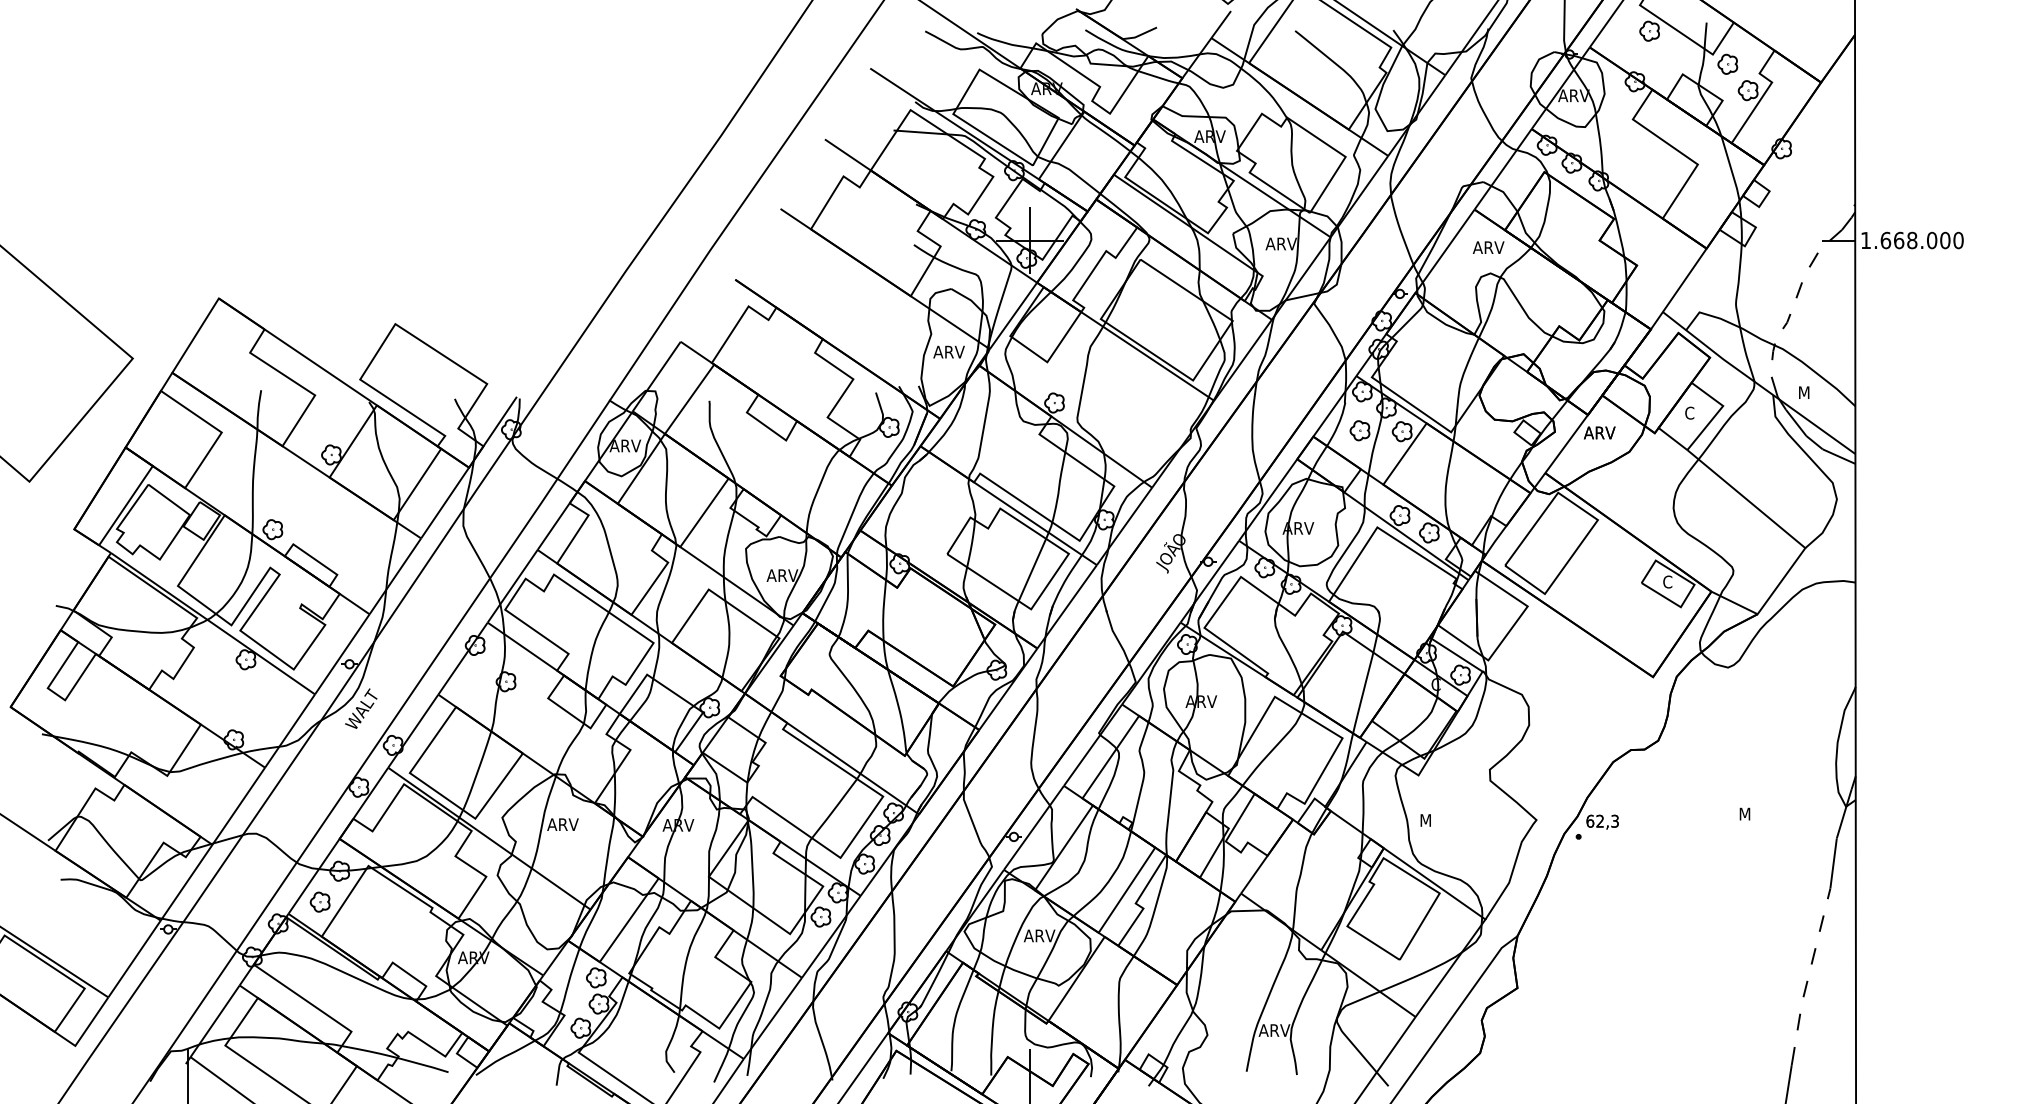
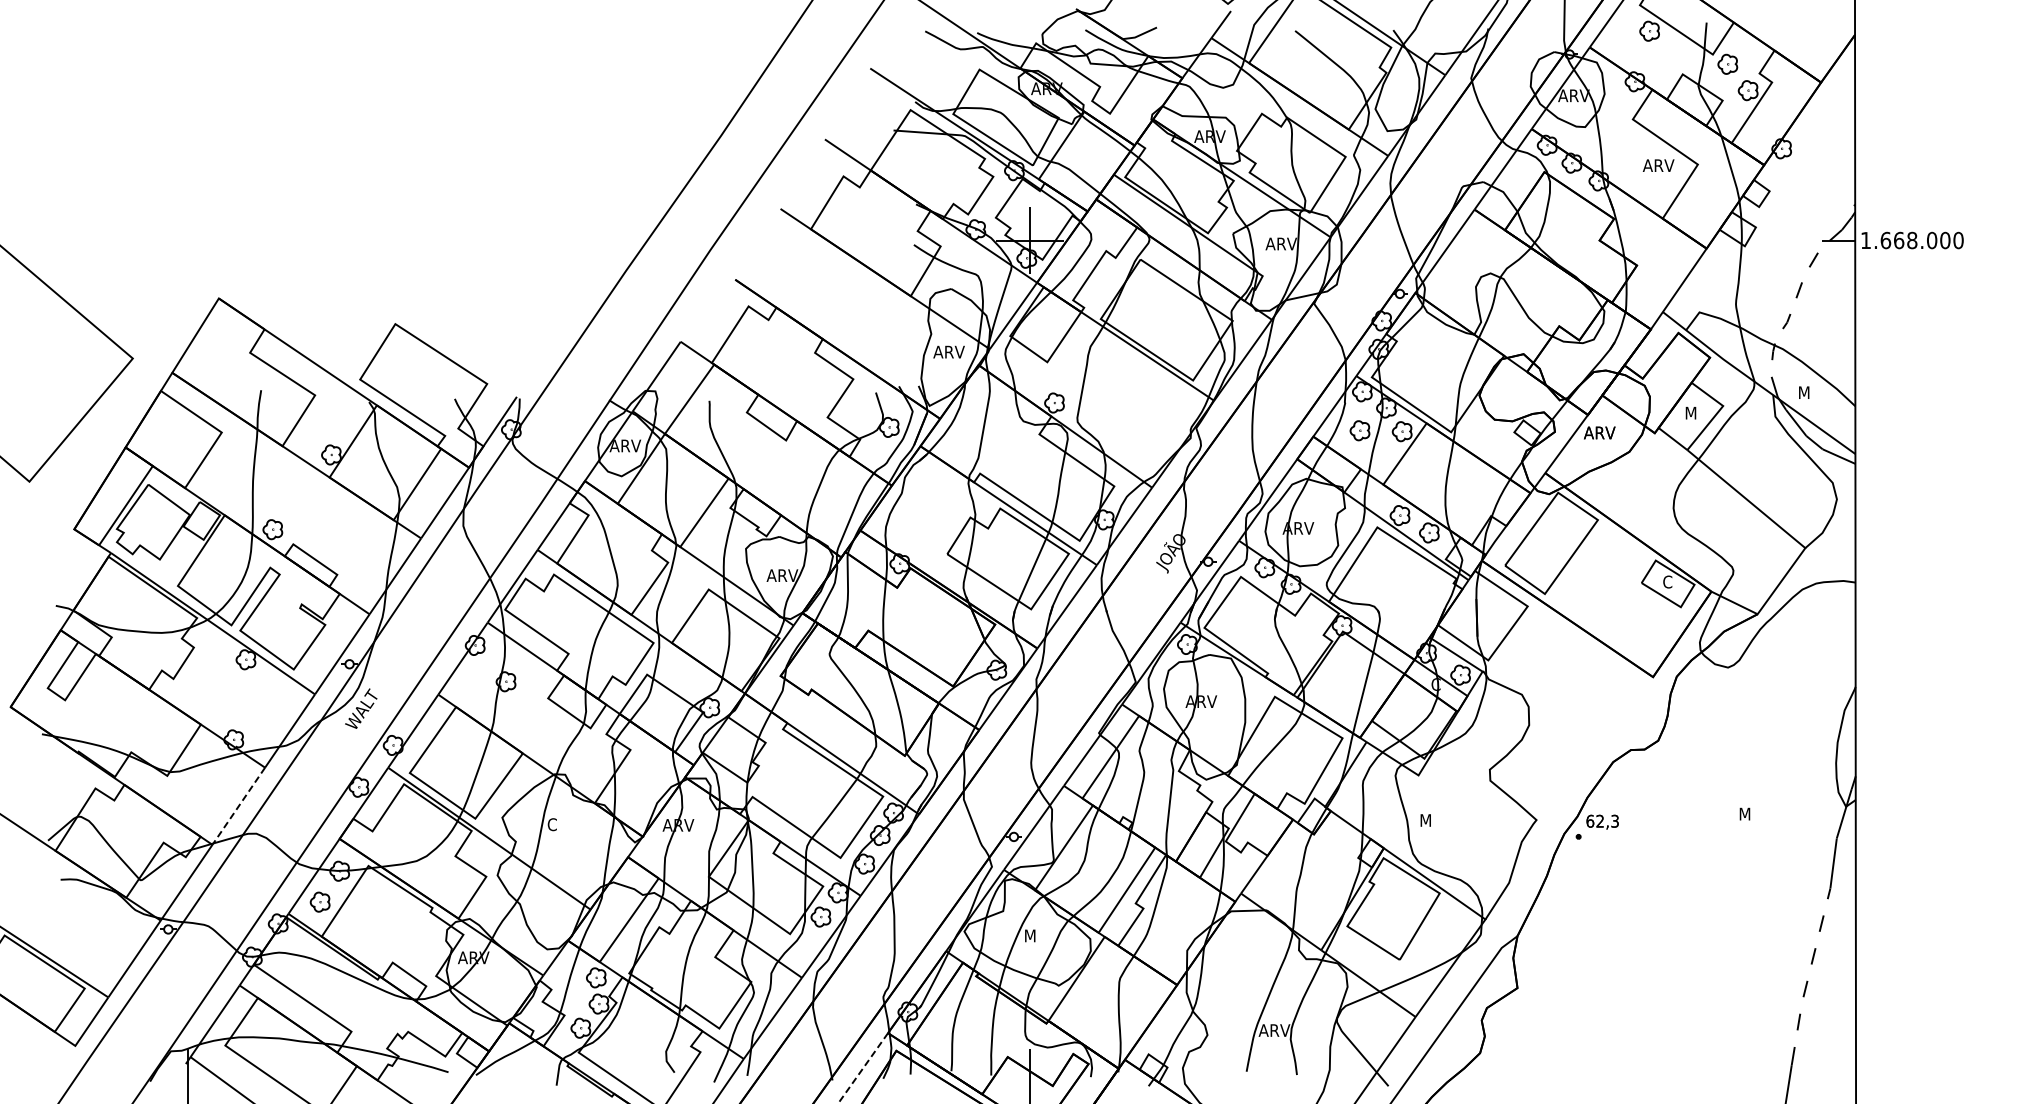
text at (1488, 247) position: (1488, 247) -> (1658, 165)
text at (1690, 412): C -> M
line at (238, 806): solid -> dashed
text at (562, 824): ARV -> C
text at (1039, 935): ARV -> M
line at (862, 1068): solid -> dashed
